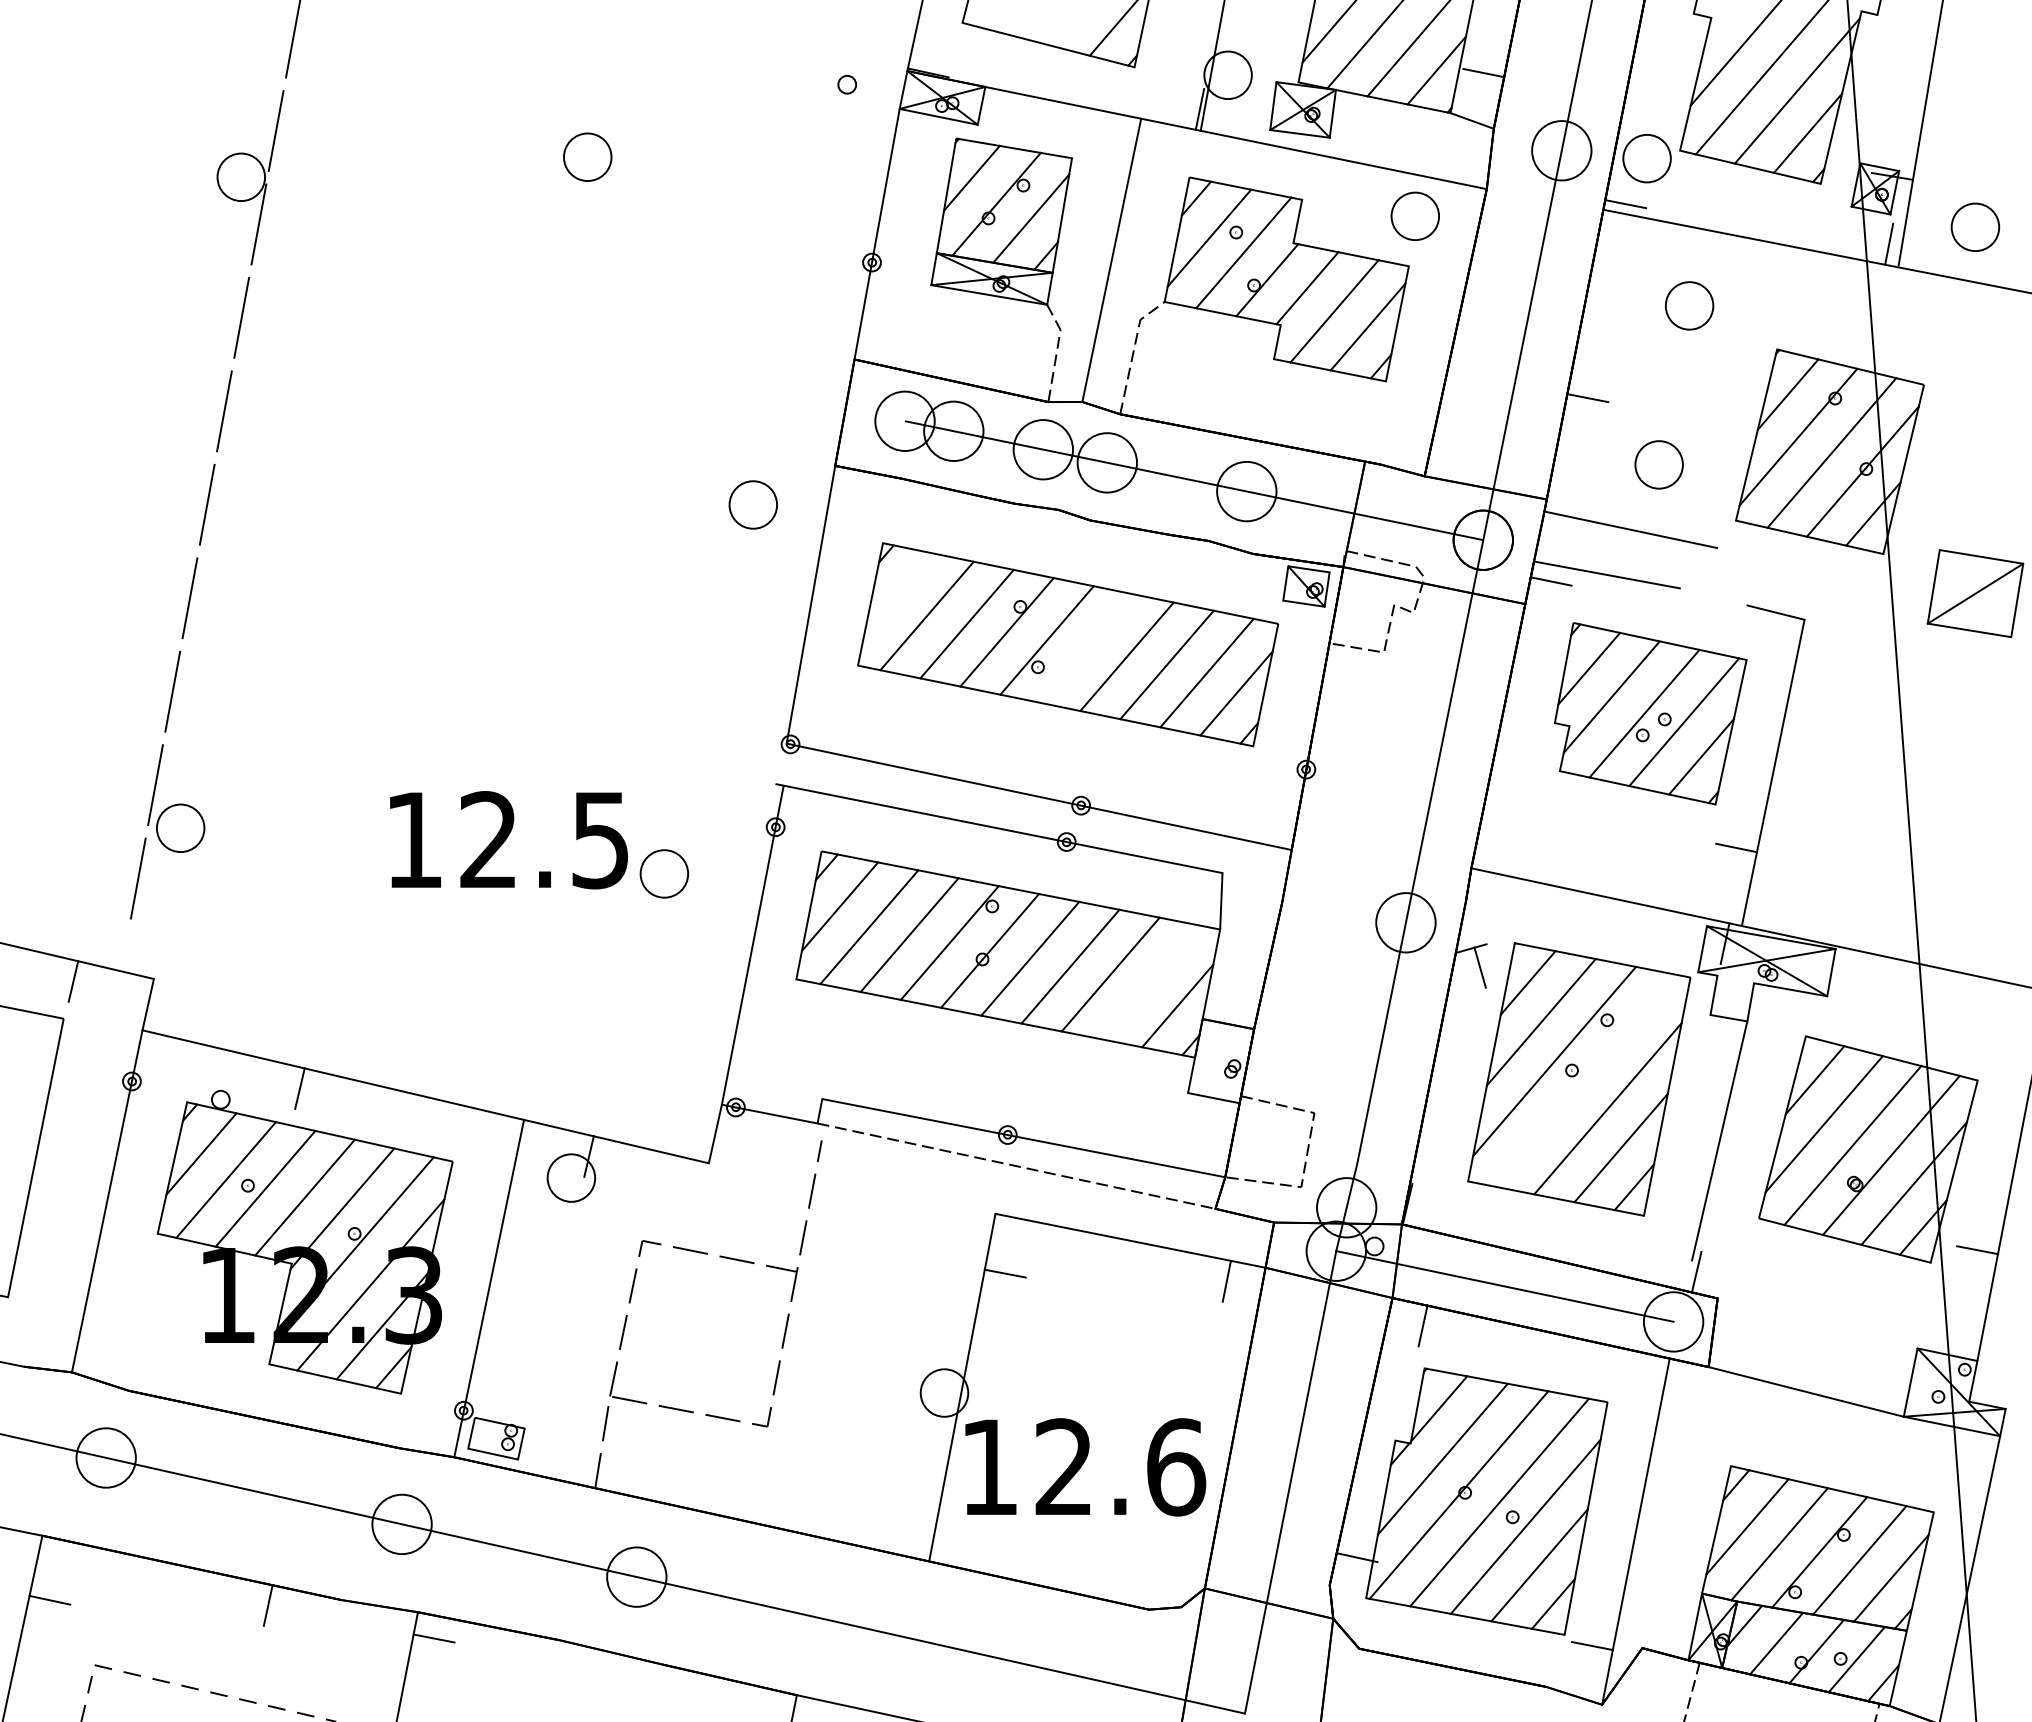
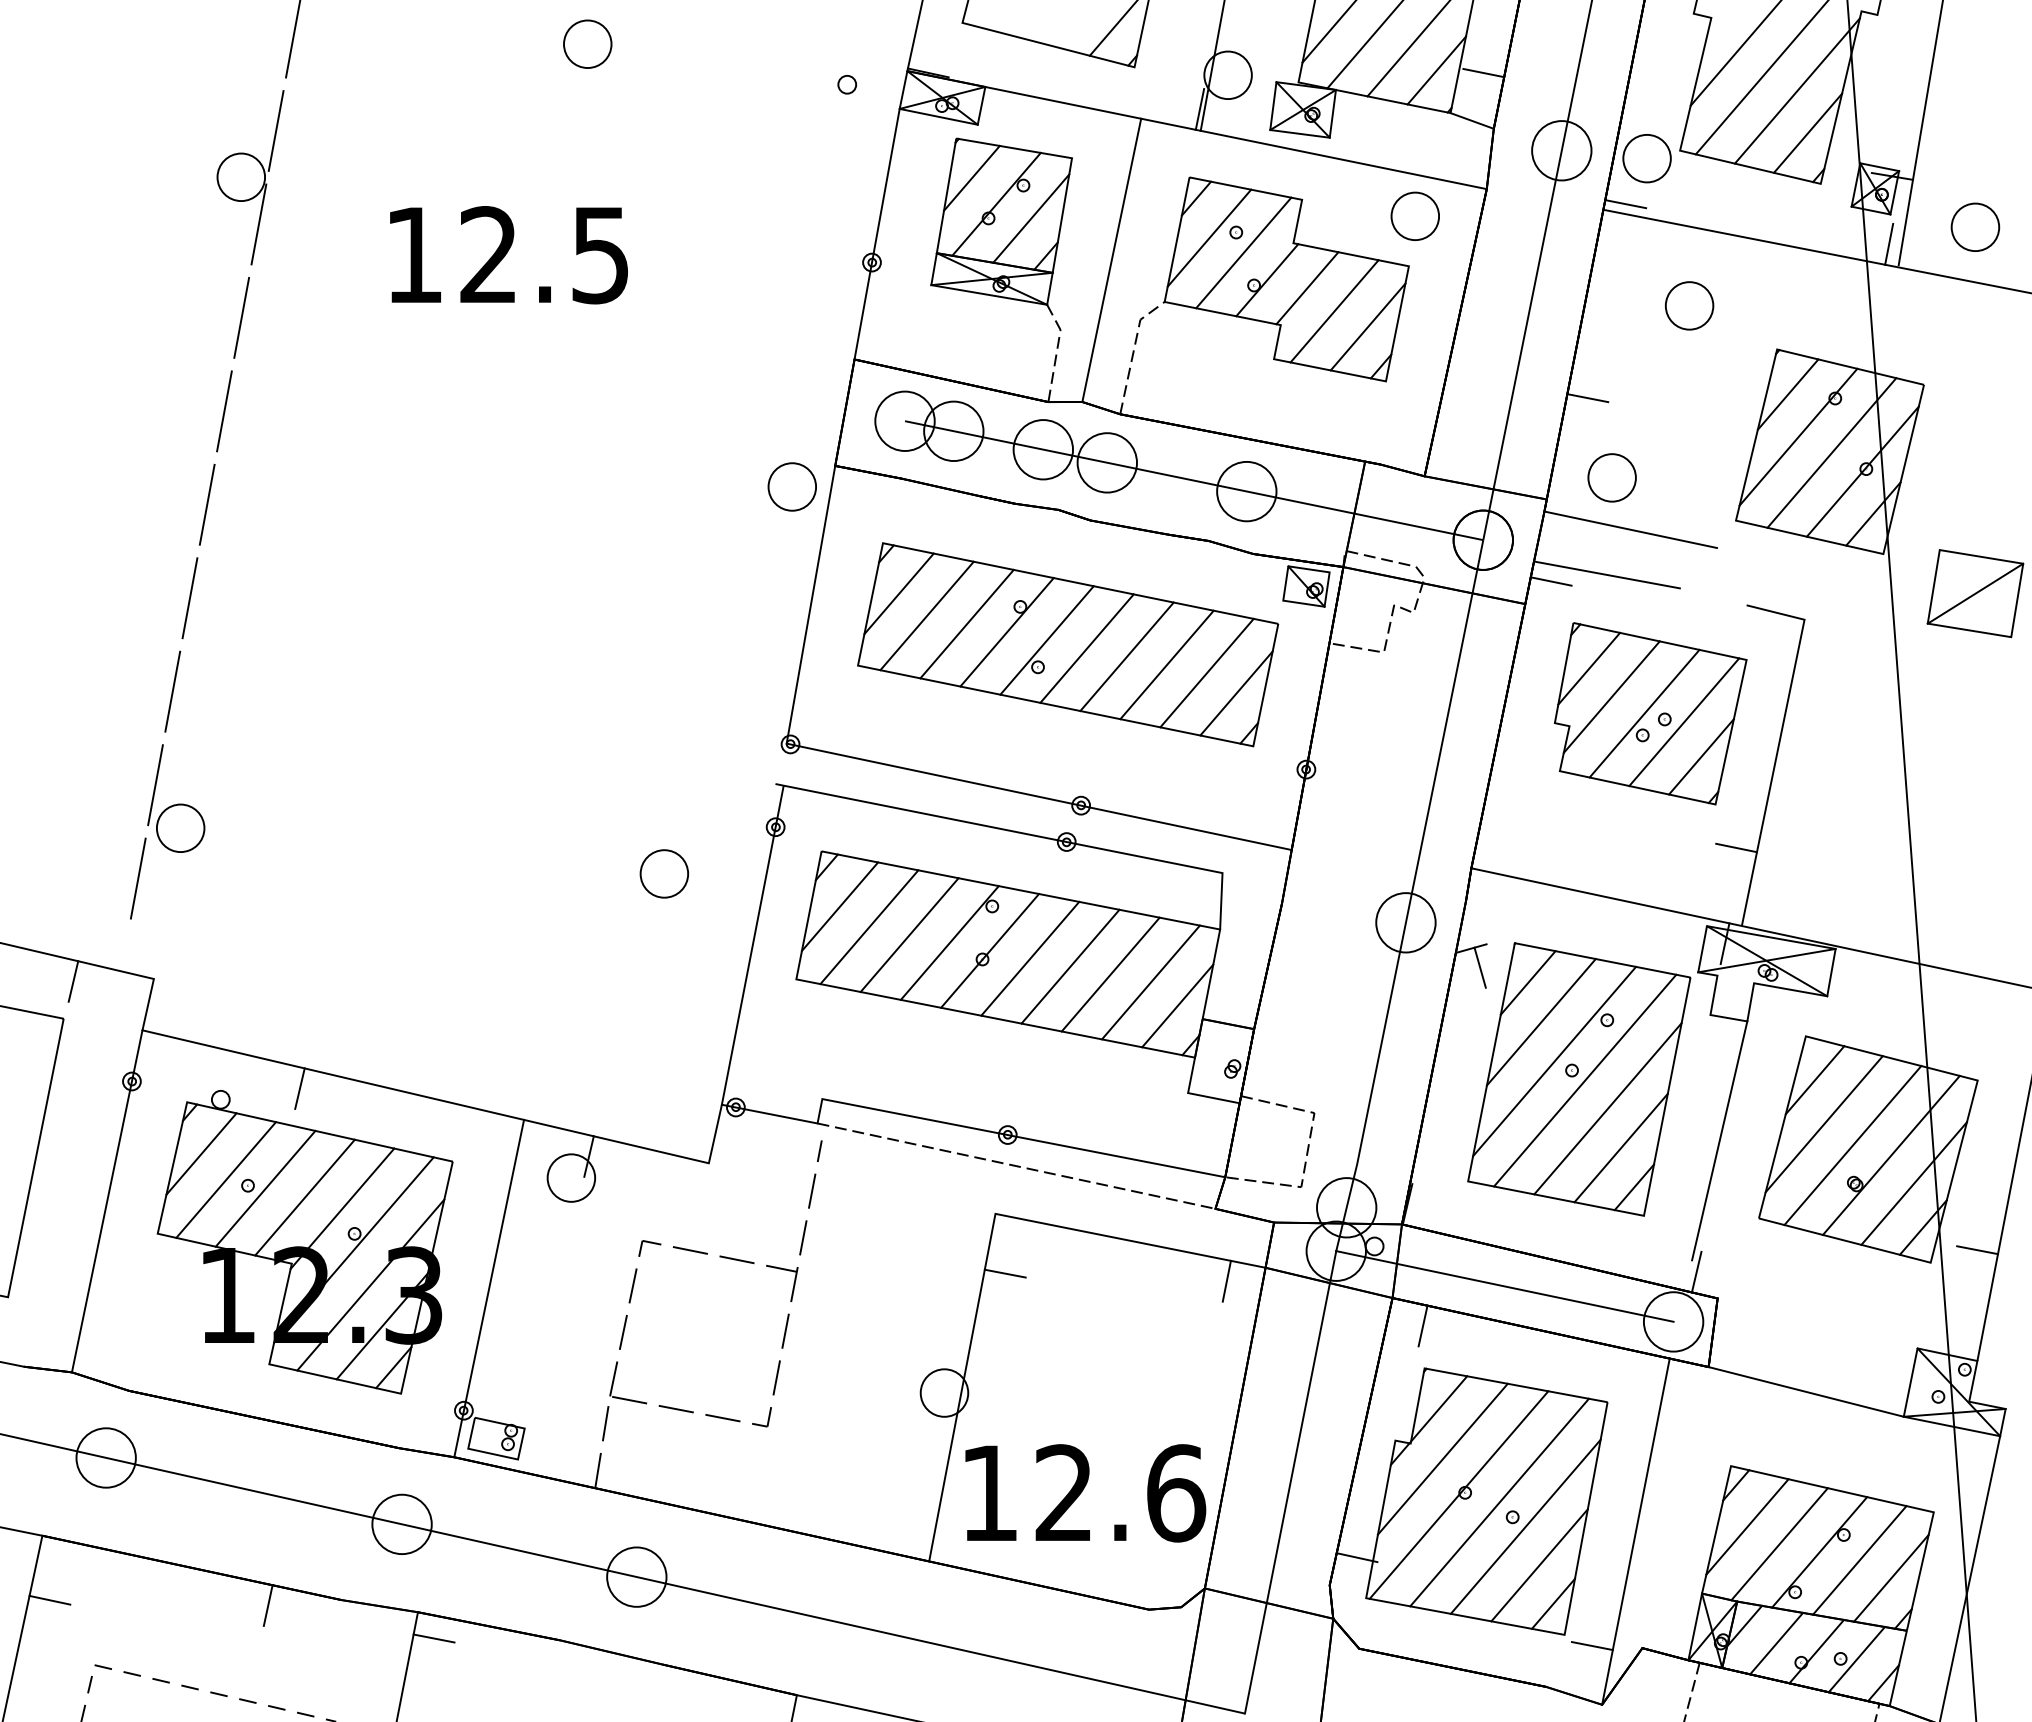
part at (587, 156) position: (587, 156) -> (587, 43)
part at (1658, 464) position: (1658, 464) -> (1611, 477)
part at (752, 504) position: (752, 504) -> (791, 486)
line at (898, 593): none -> present
line at (1086, 648): none -> present
text at (508, 840) position: (508, 840) -> (508, 255)
line at (1150, 982): none -> present
line at (1585, 1080): none -> present
text at (1085, 1467) position: (1085, 1467) -> (1085, 1493)
